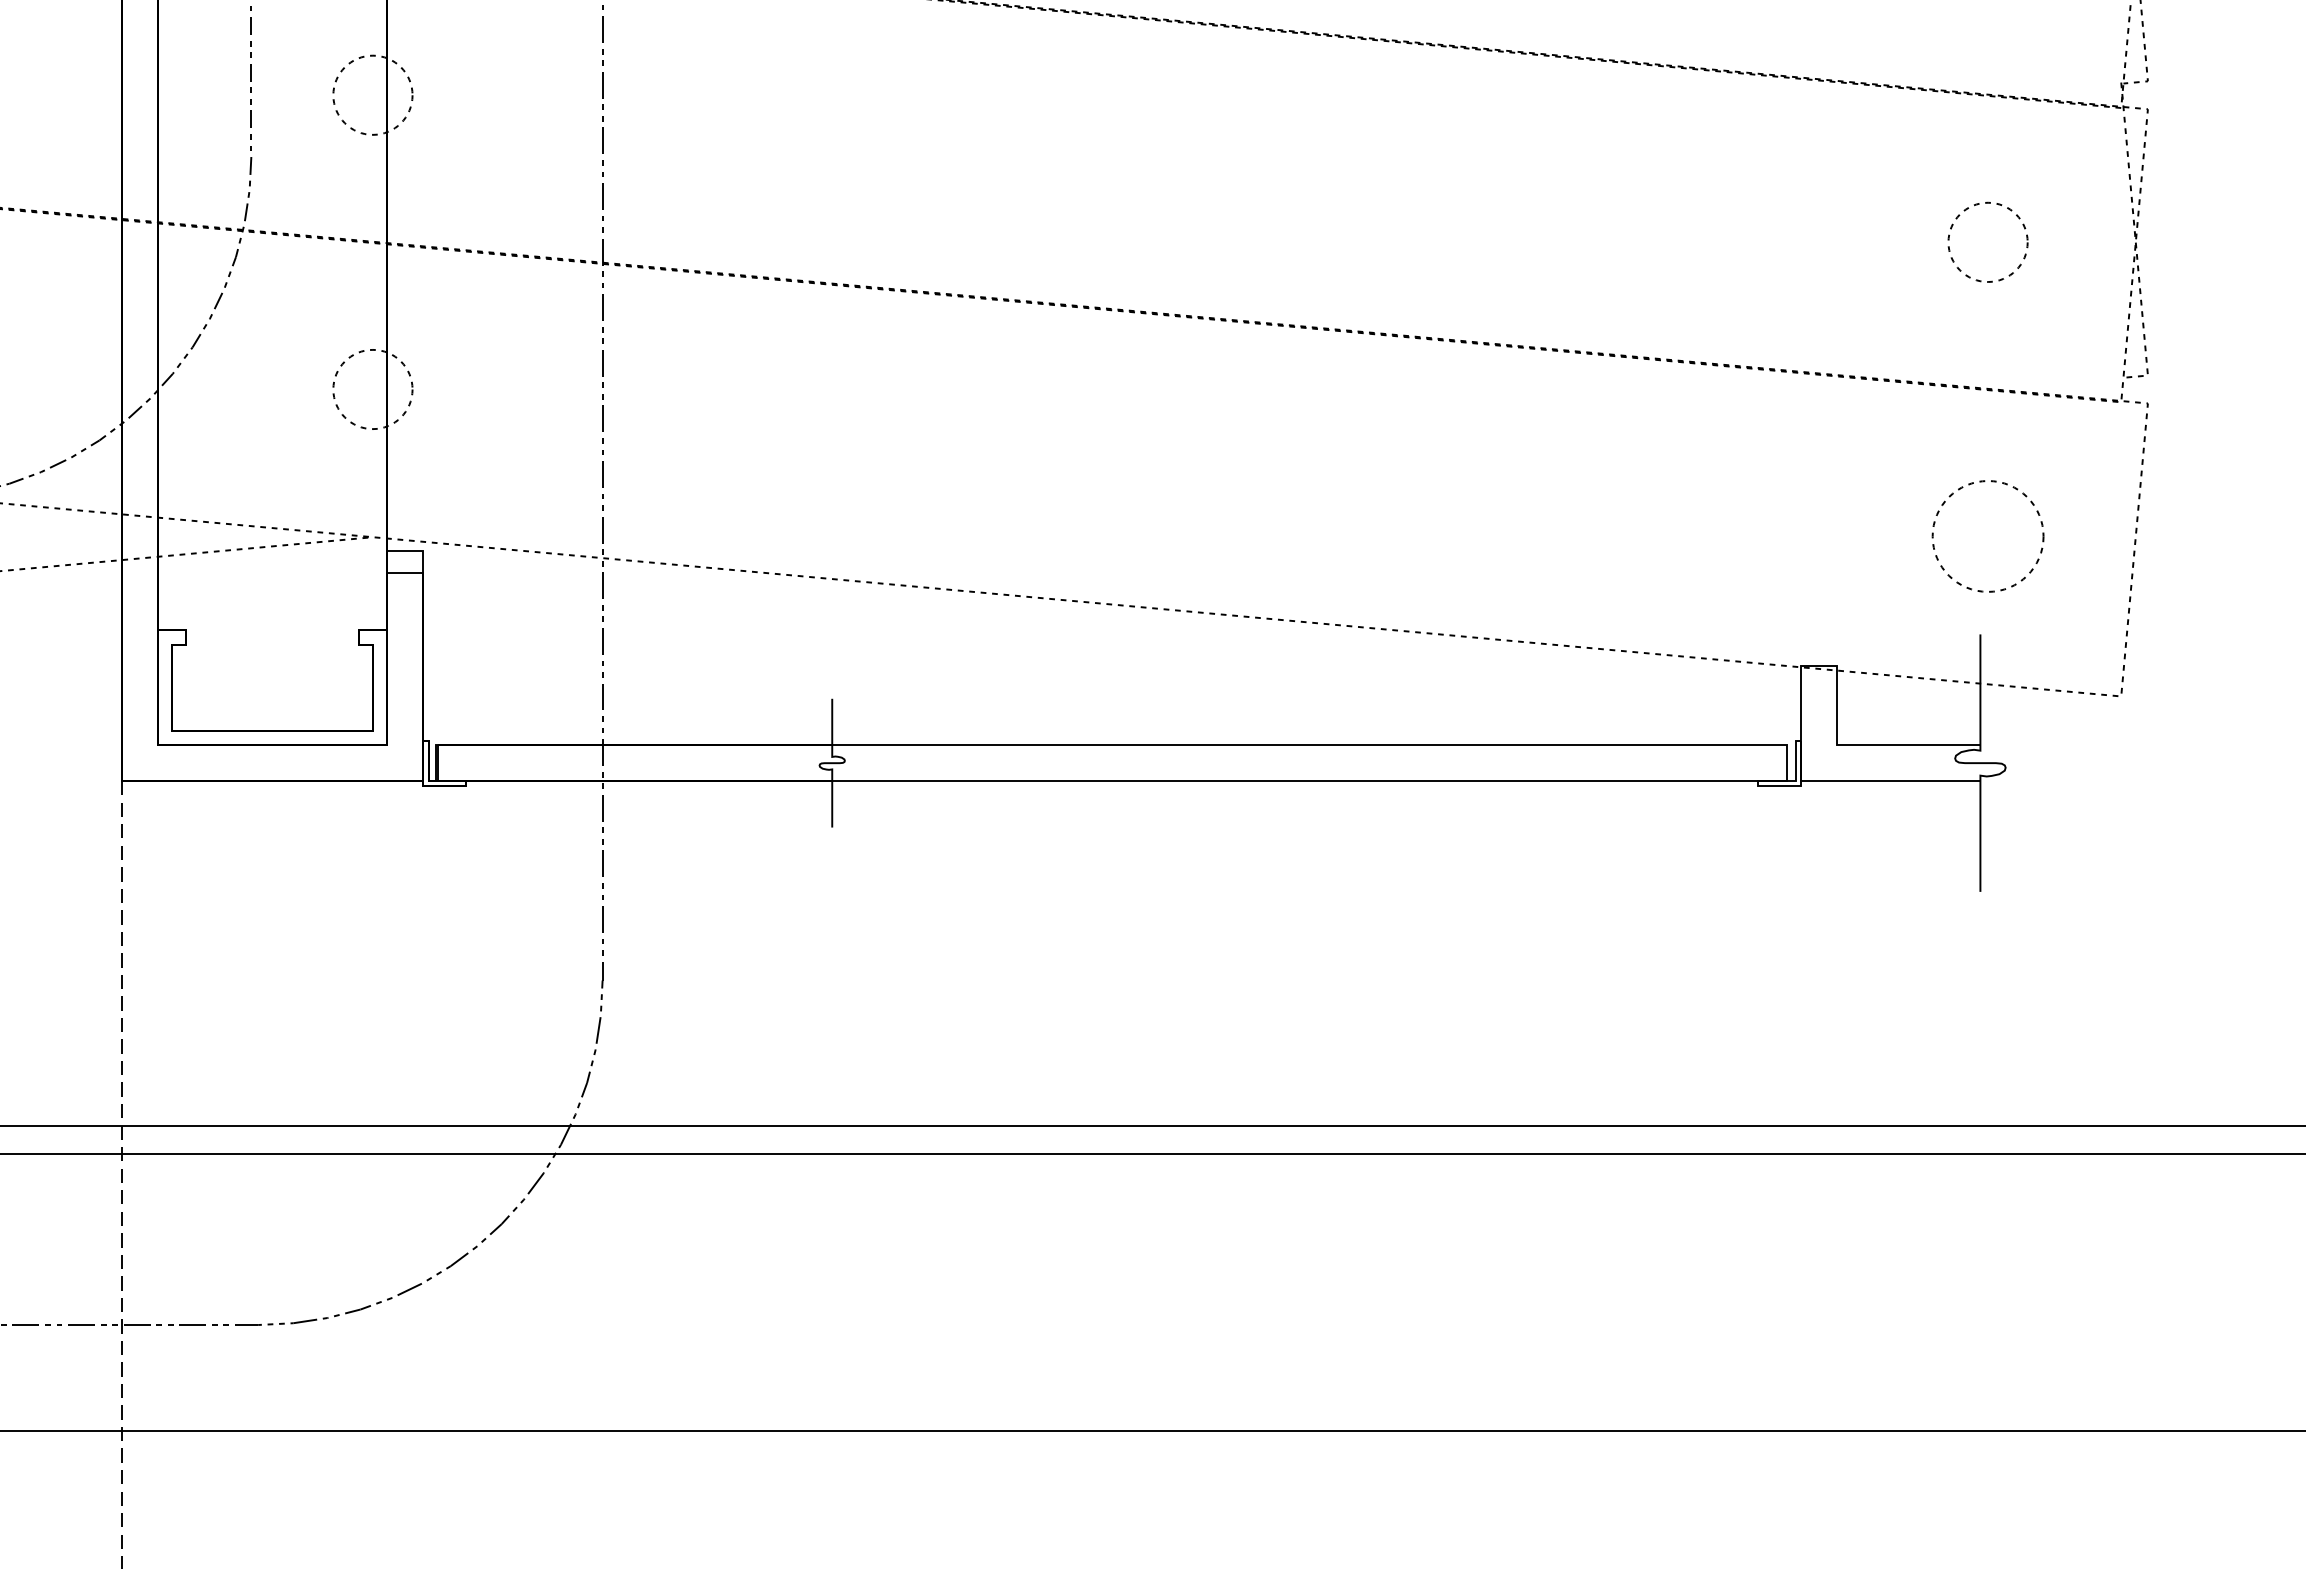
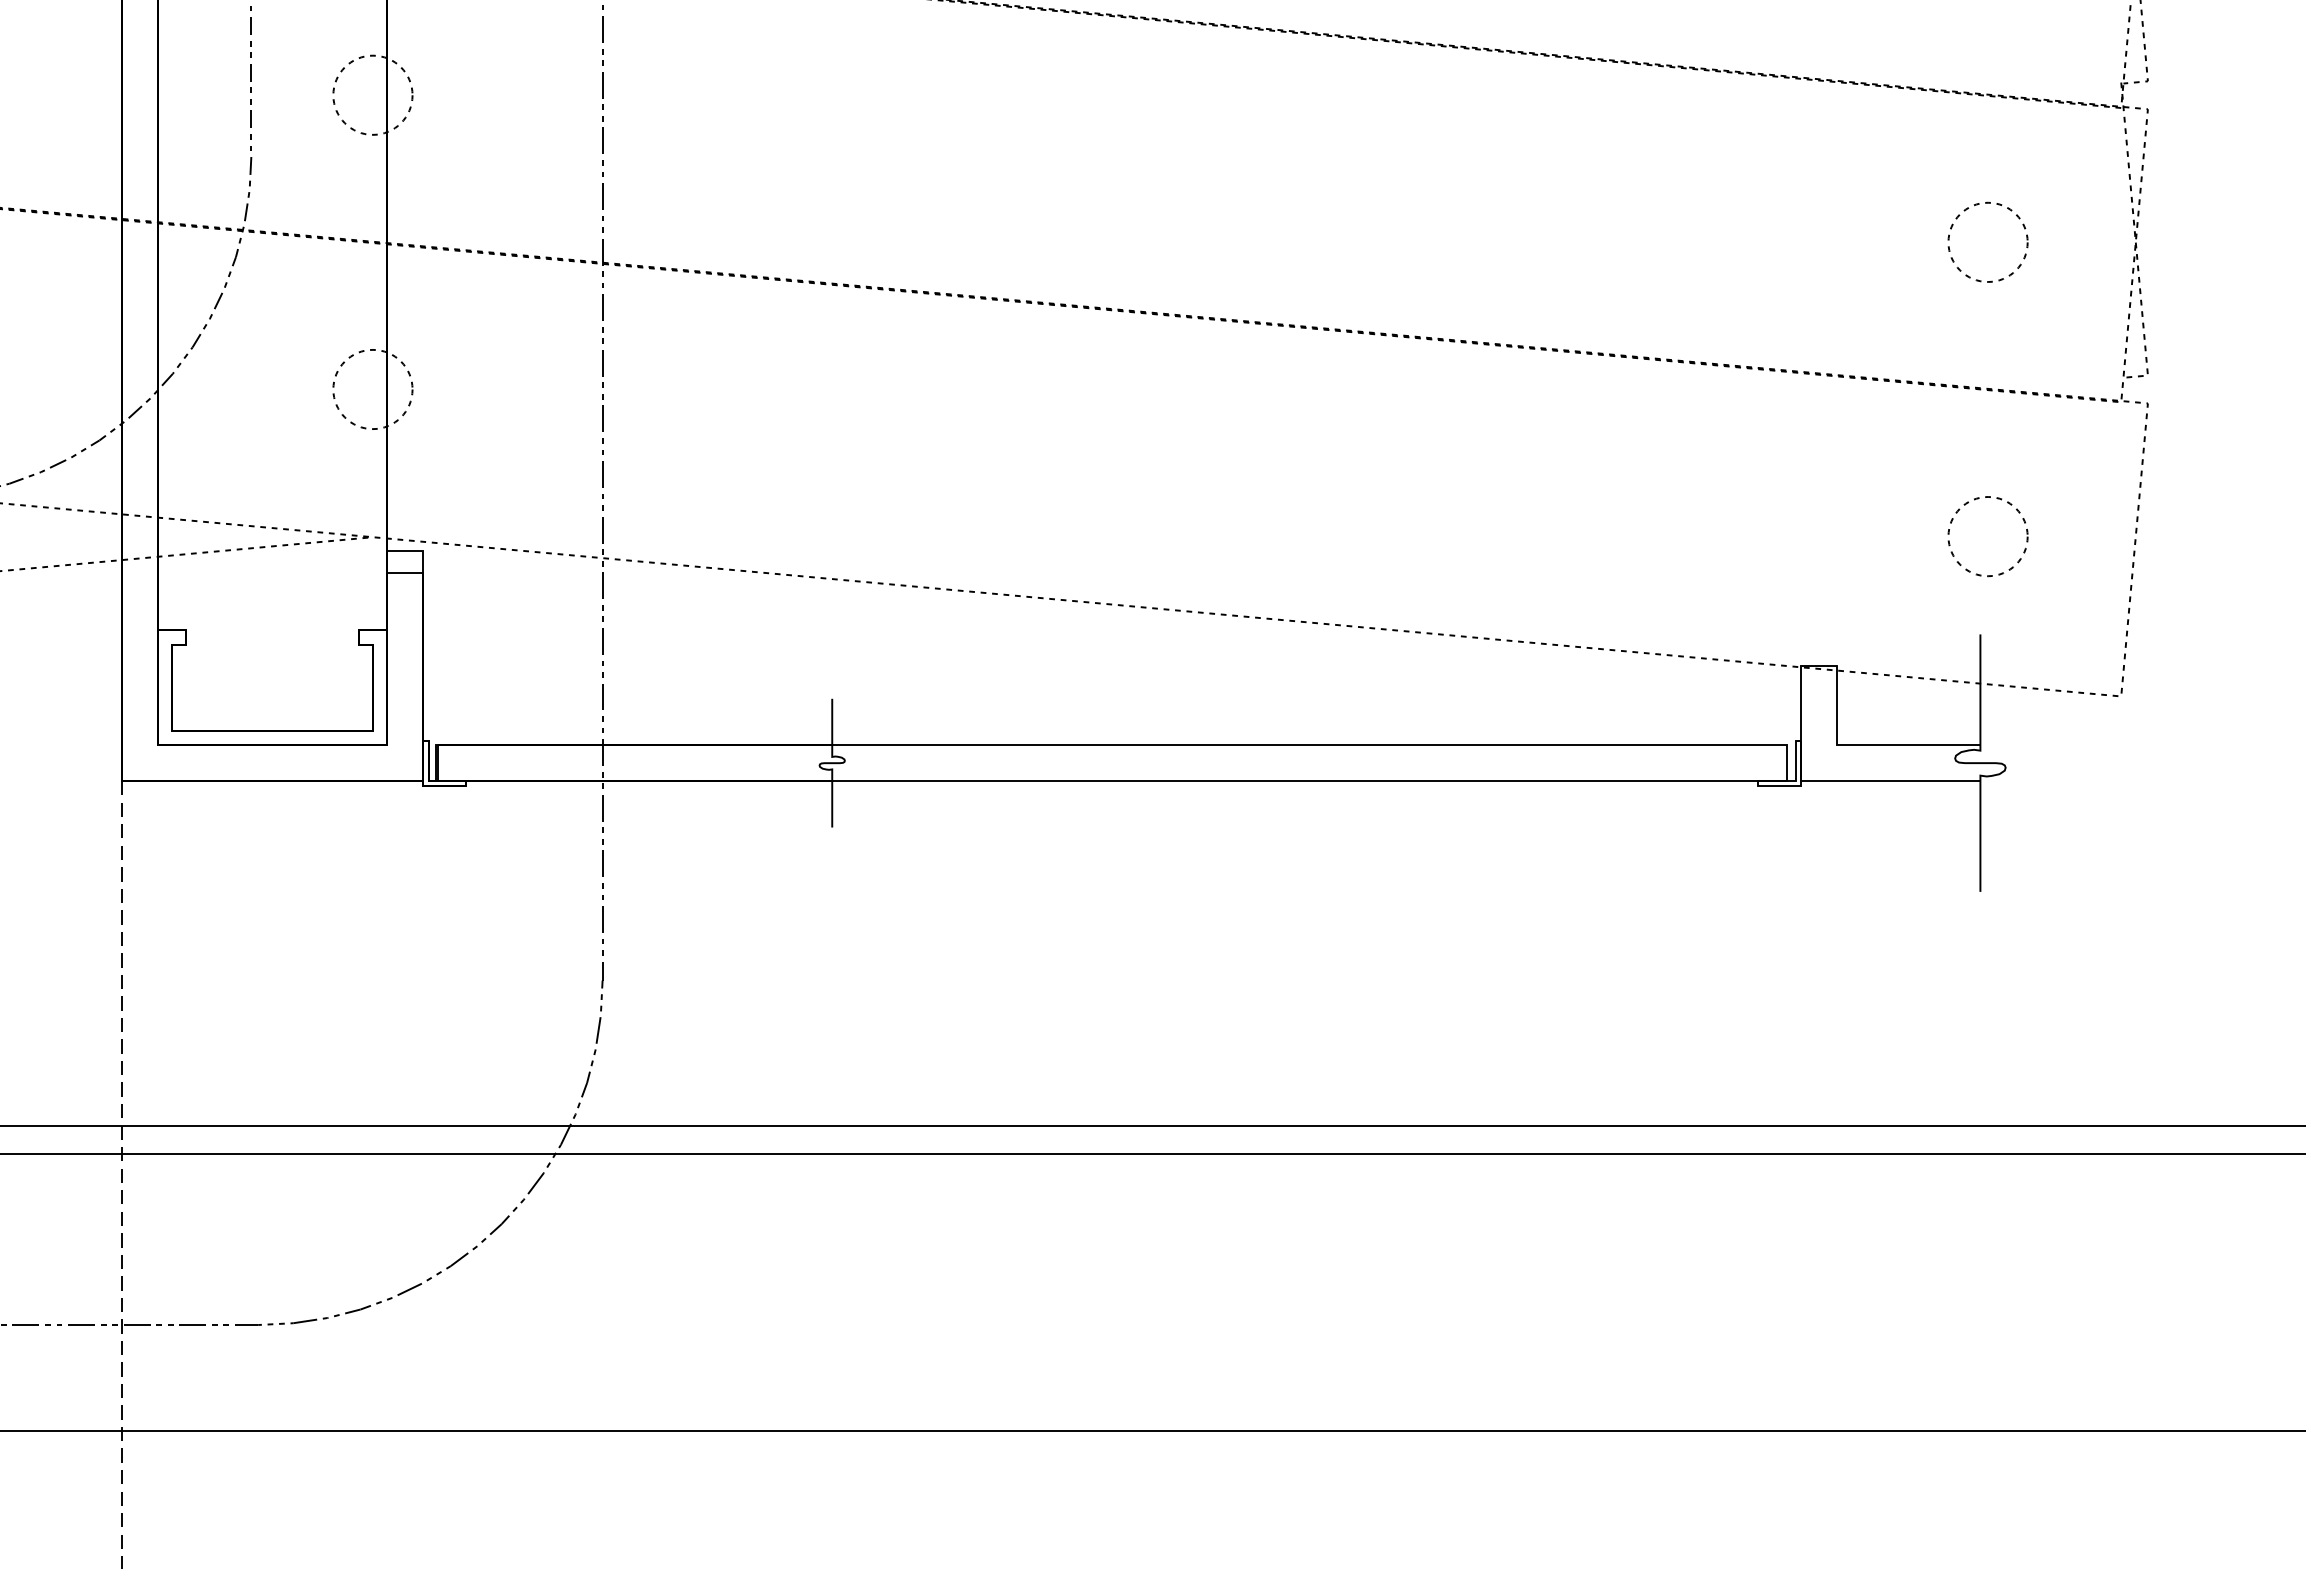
circle at (1987, 536) size: 114x113 px -> 82x82 px
